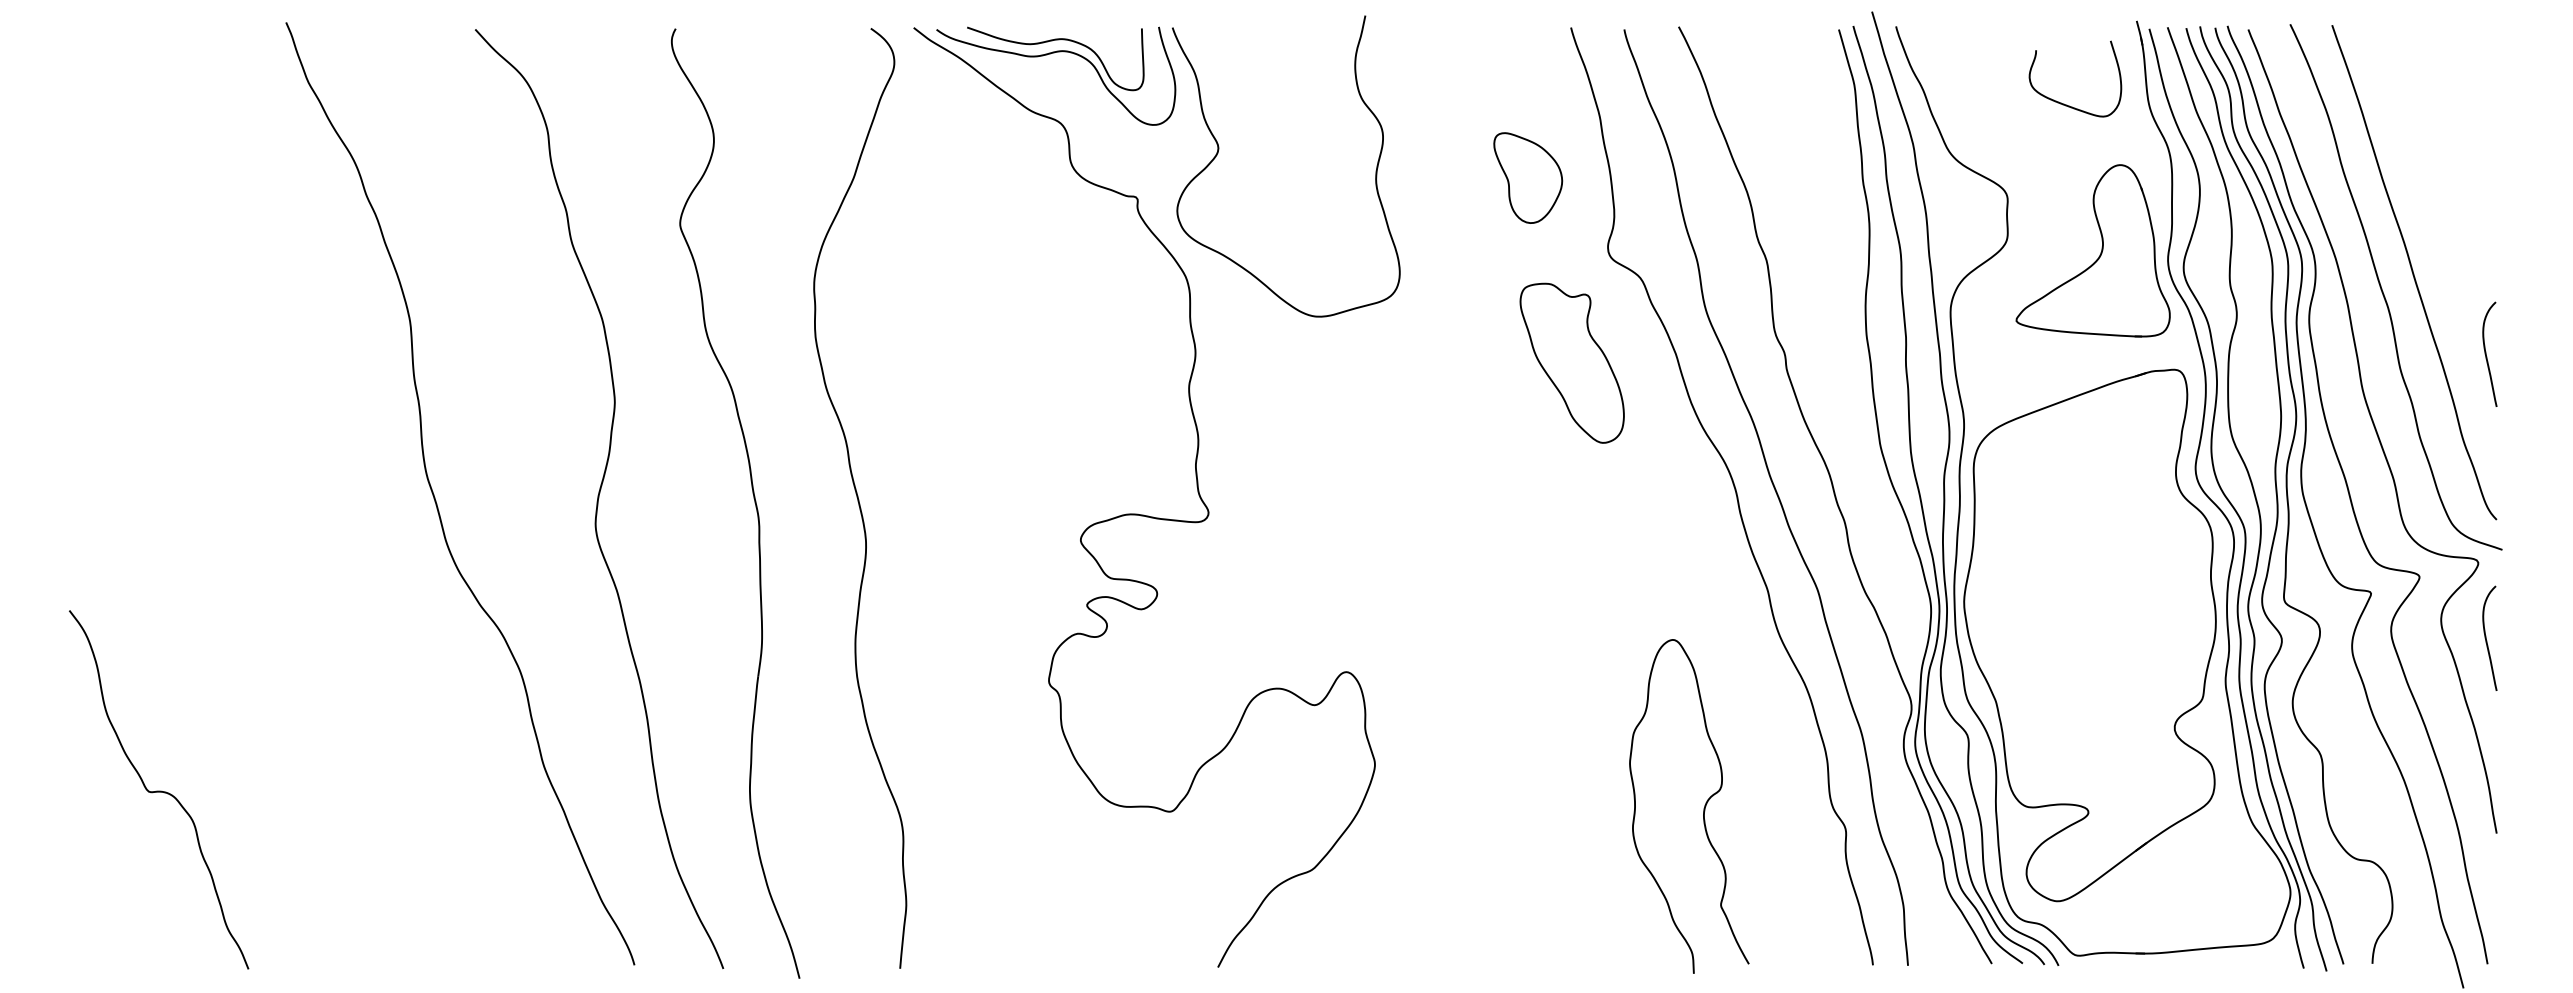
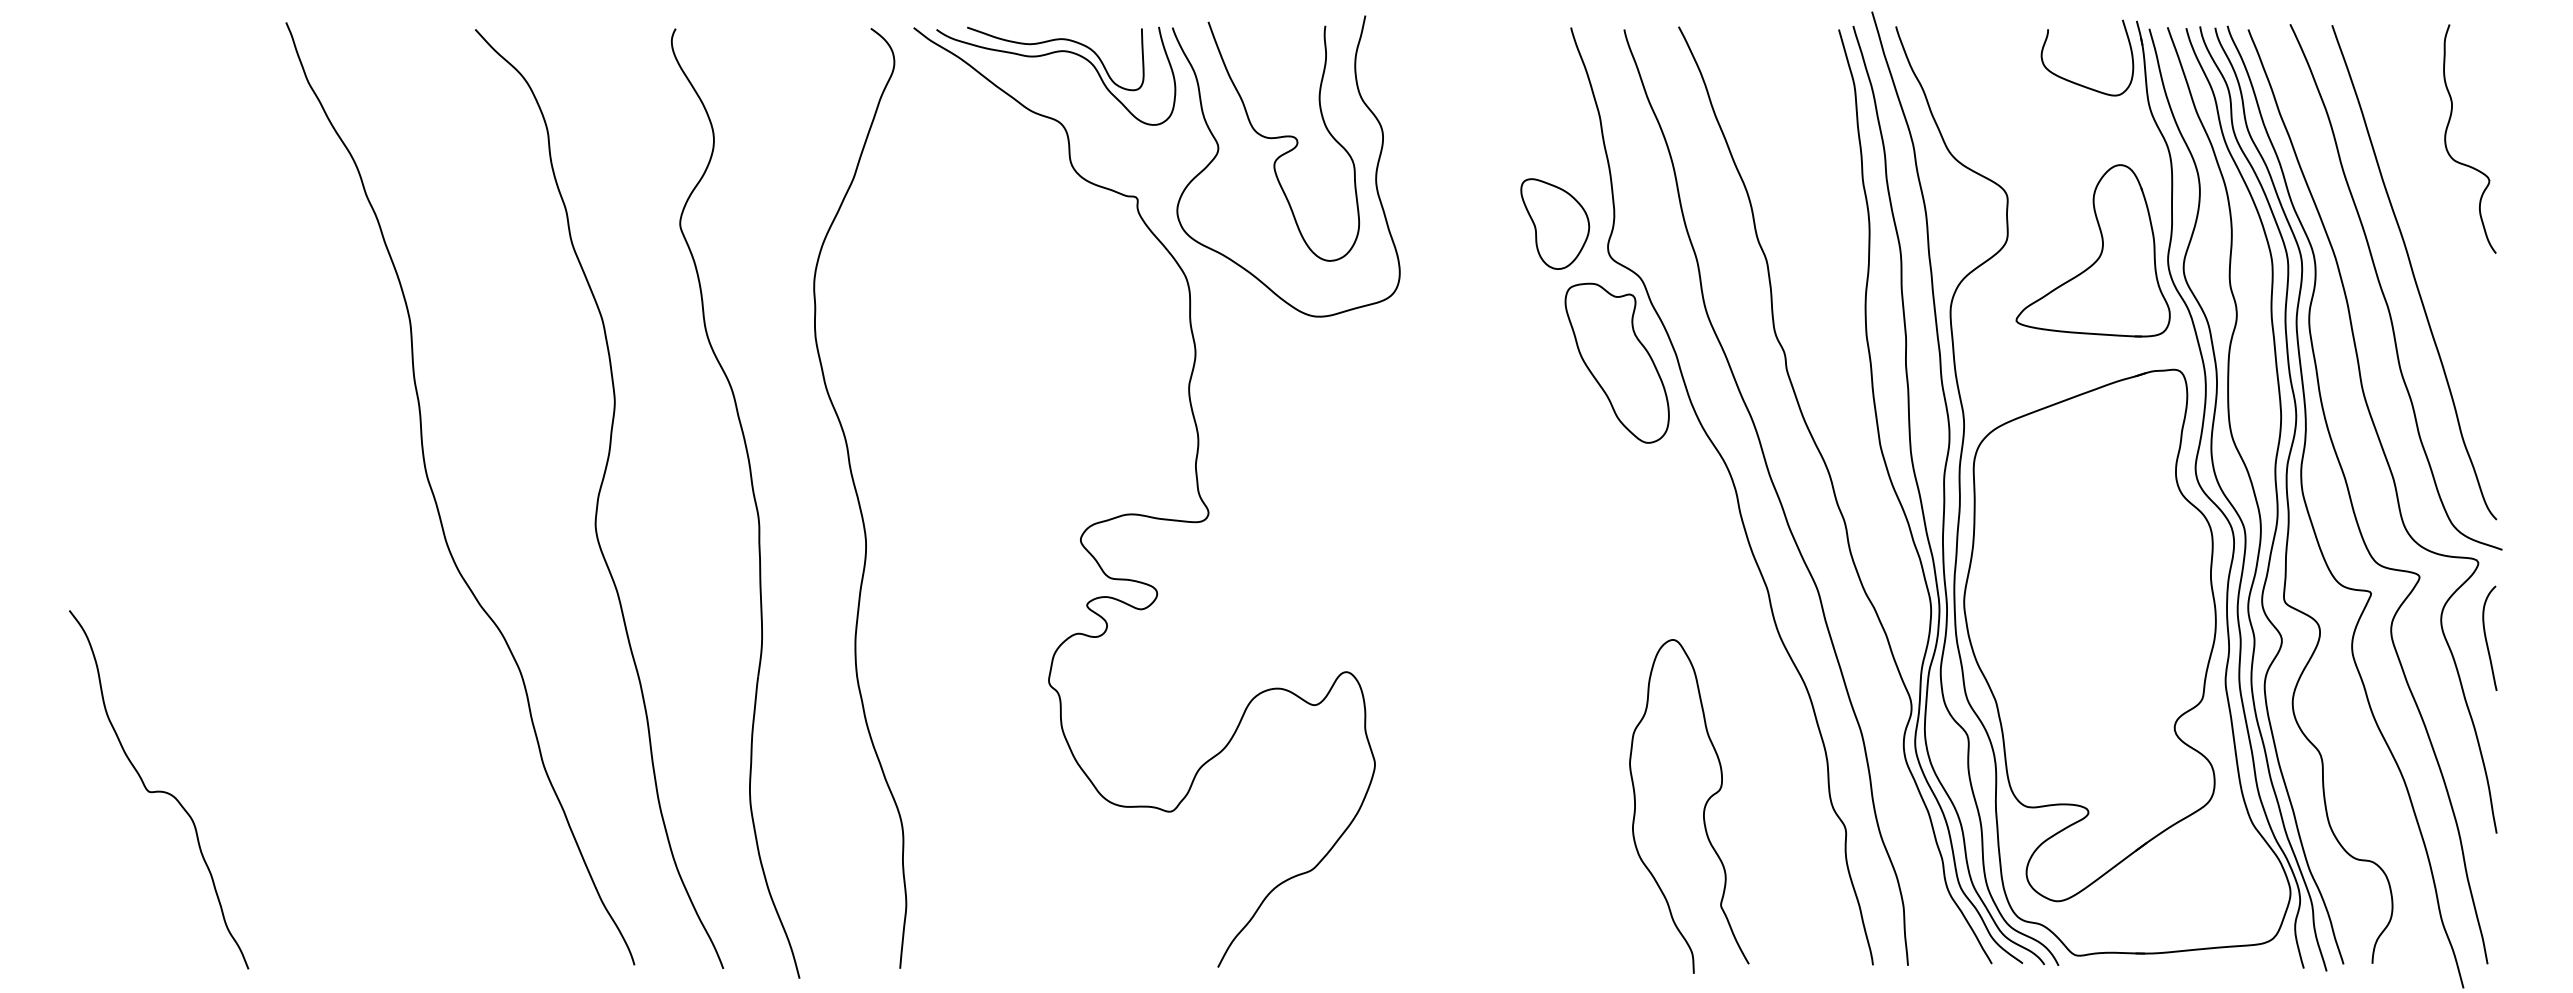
curve at (2064, 103) position: (2064, 103) -> (2076, 82)
curve at (1283, 137): none -> present
curve at (2446, 138): none -> present
part at (1528, 177) position: (1528, 177) -> (1555, 223)
curve at (2486, 353): present -> none
part at (1571, 362) position: (1571, 362) -> (1616, 362)
